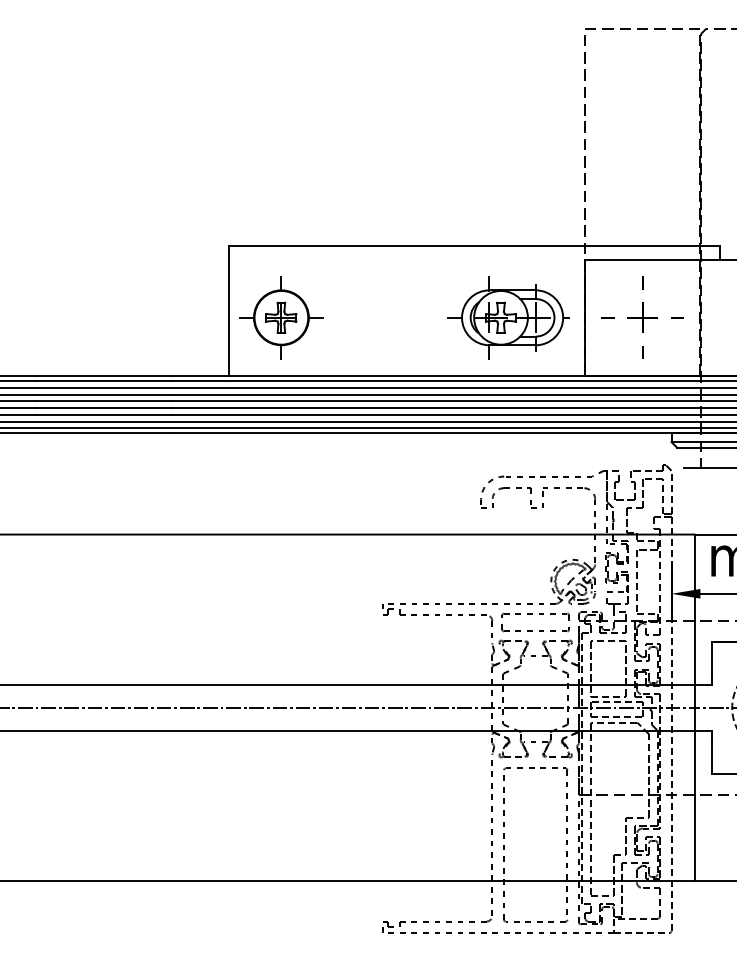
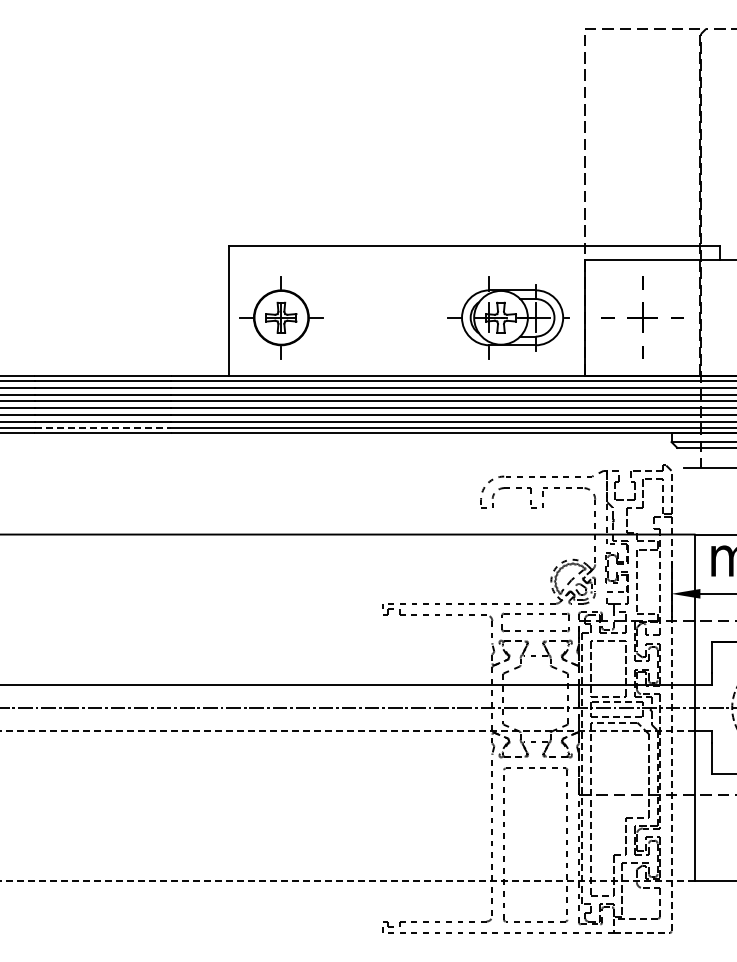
line at (103, 427): solid -> dashed
line at (347, 731): solid -> dashed
line at (347, 881): solid -> dashed
